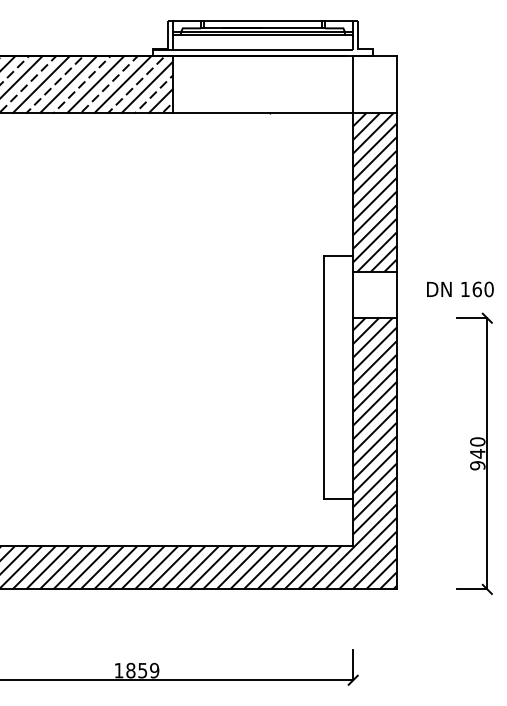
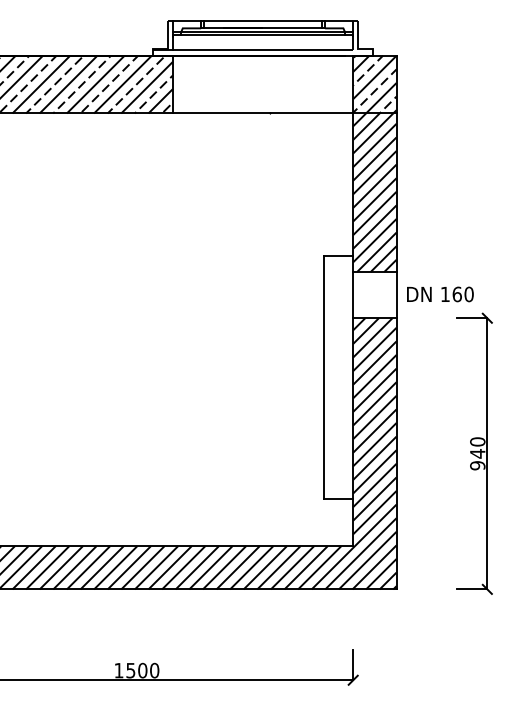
hatch at (374, 84): none -> present
text at (460, 289) position: (460, 289) -> (440, 294)
text at (142, 670): 1859 -> 1500
